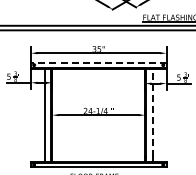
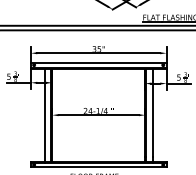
line at (98, 62): dashed -> solid
line at (152, 112): dashed -> solid
